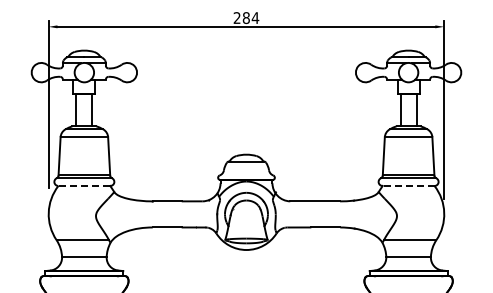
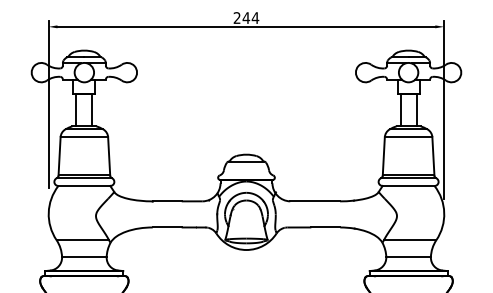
text at (246, 18): 284 -> 244
line at (84, 185): dashed -> solid
line at (408, 185): dashed -> solid
